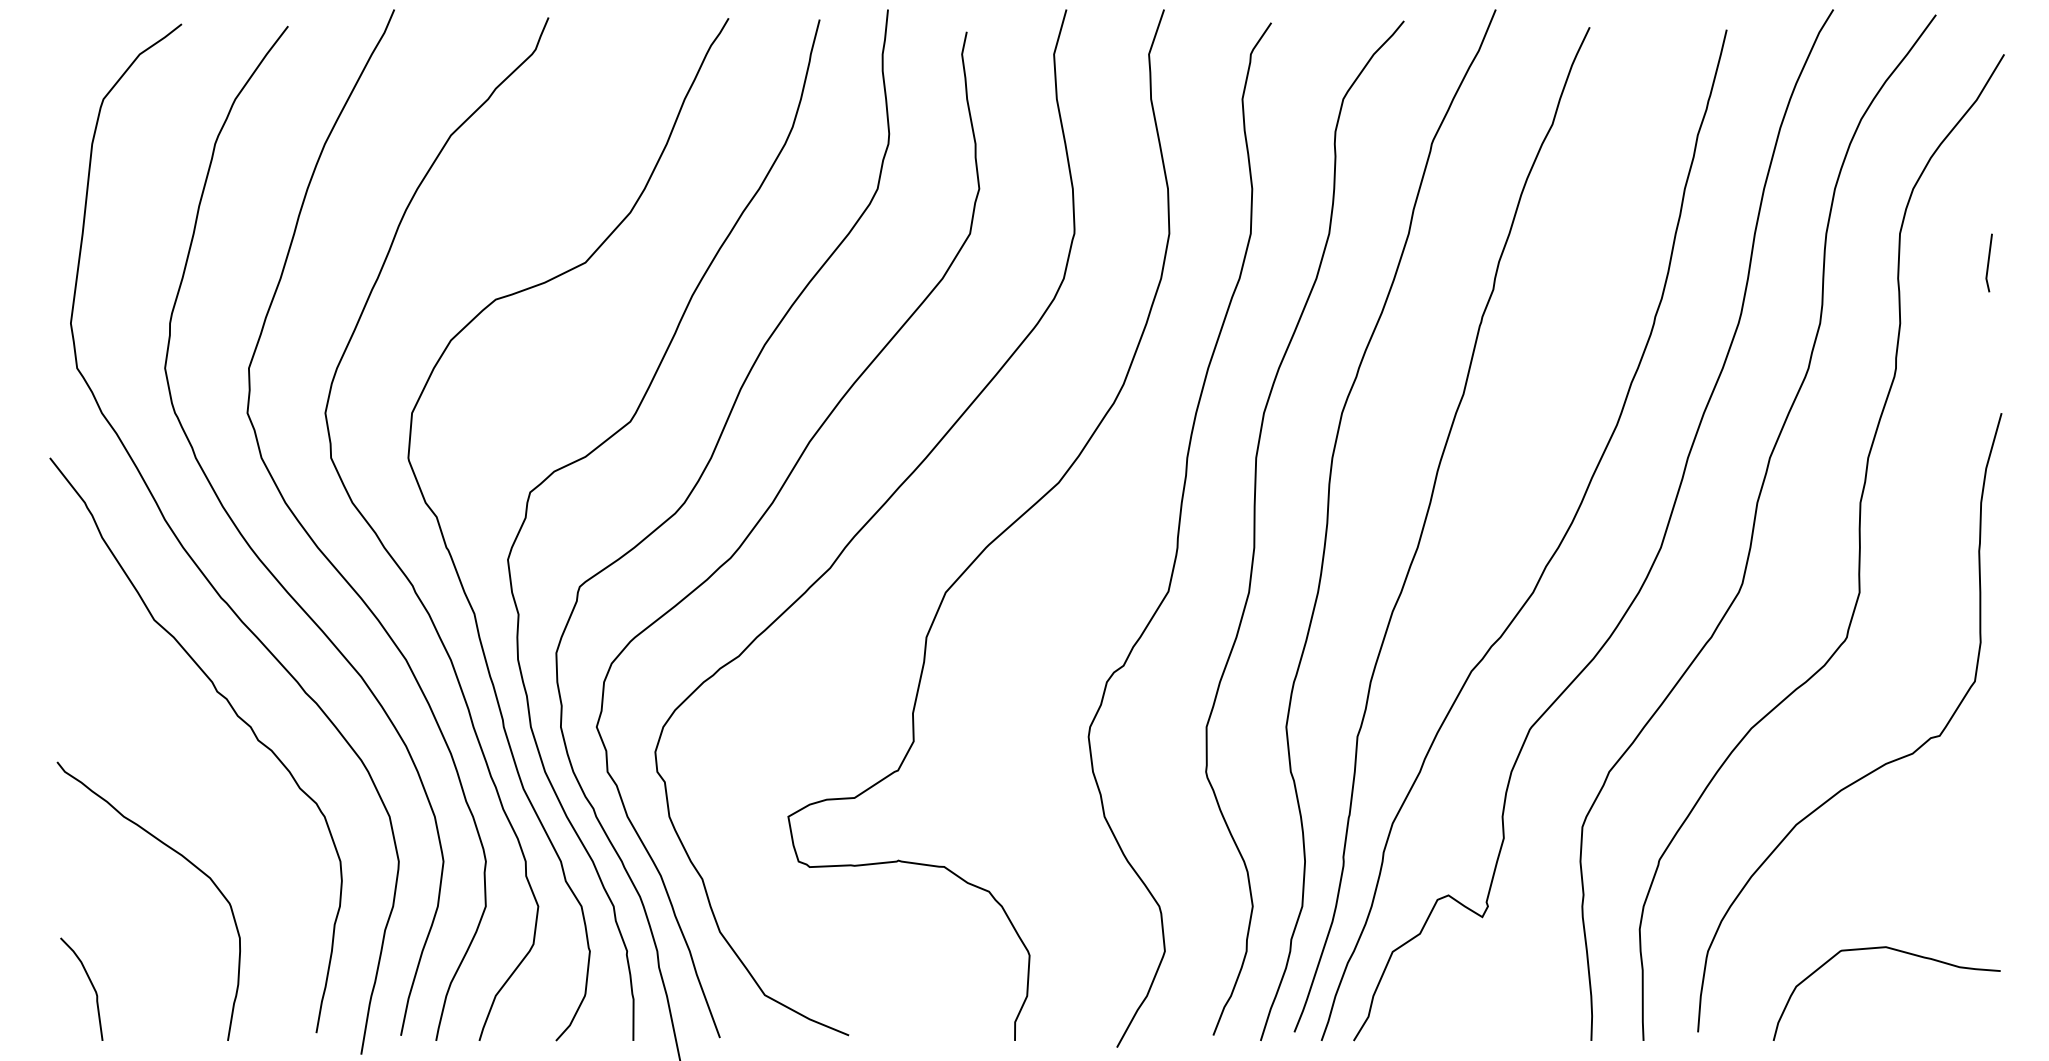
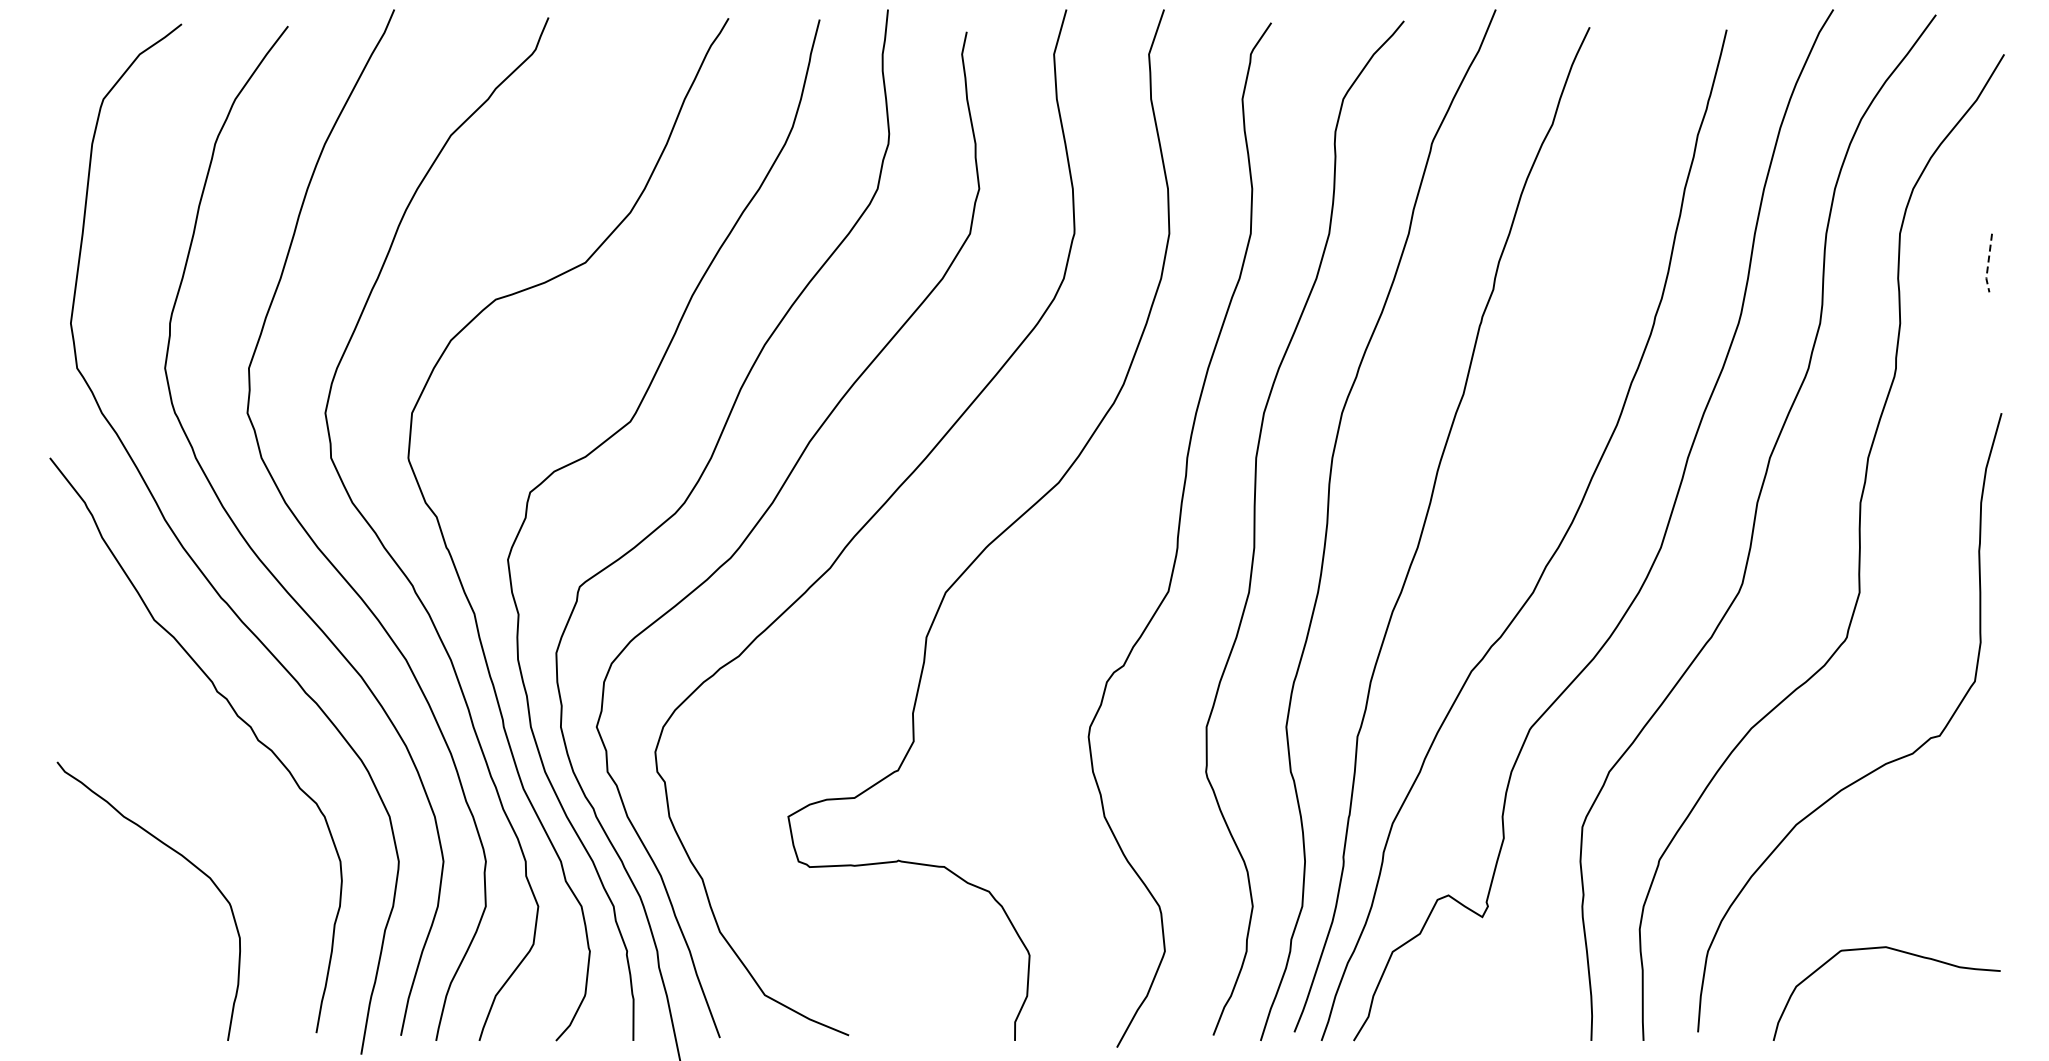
line at (1988, 263): solid -> dashed
curve at (90, 983): present -> none
